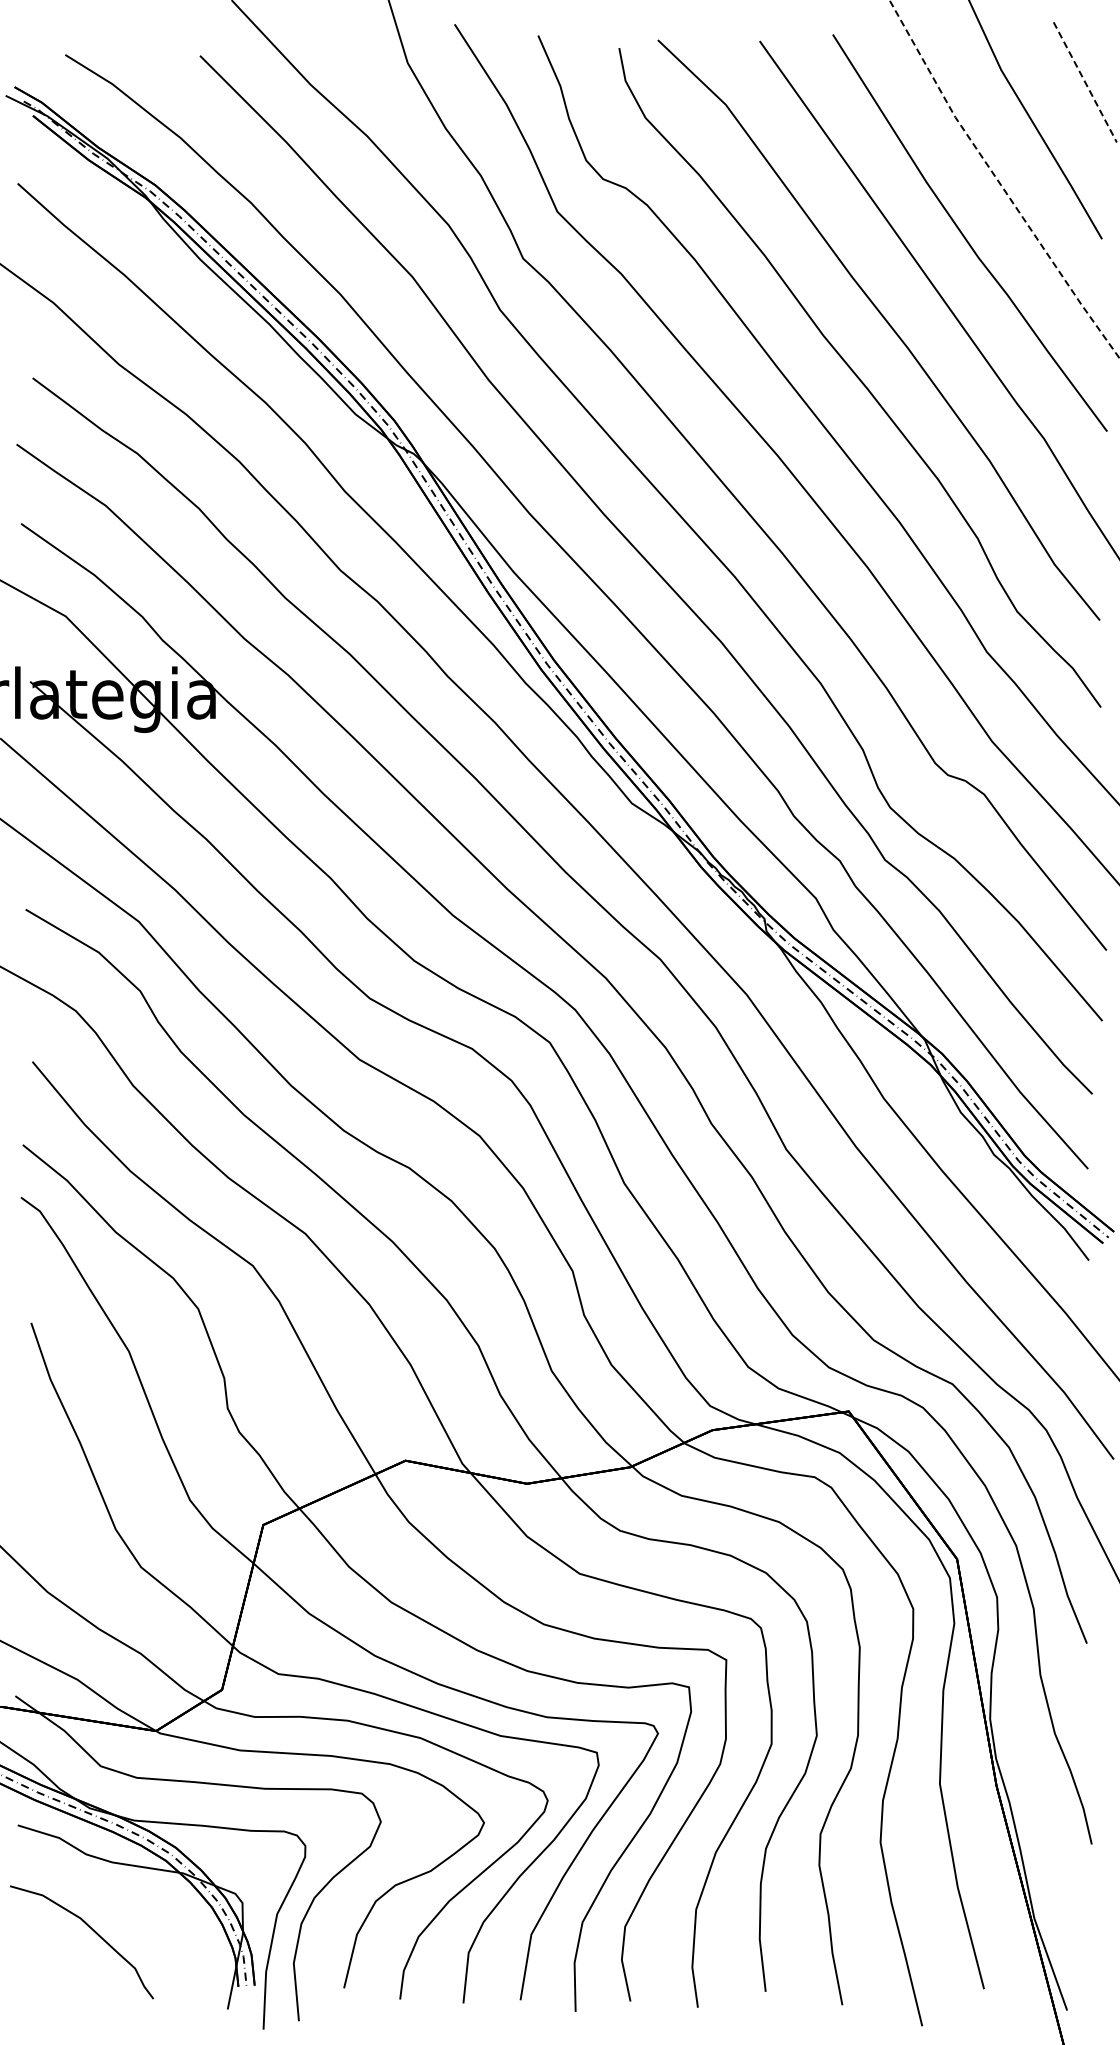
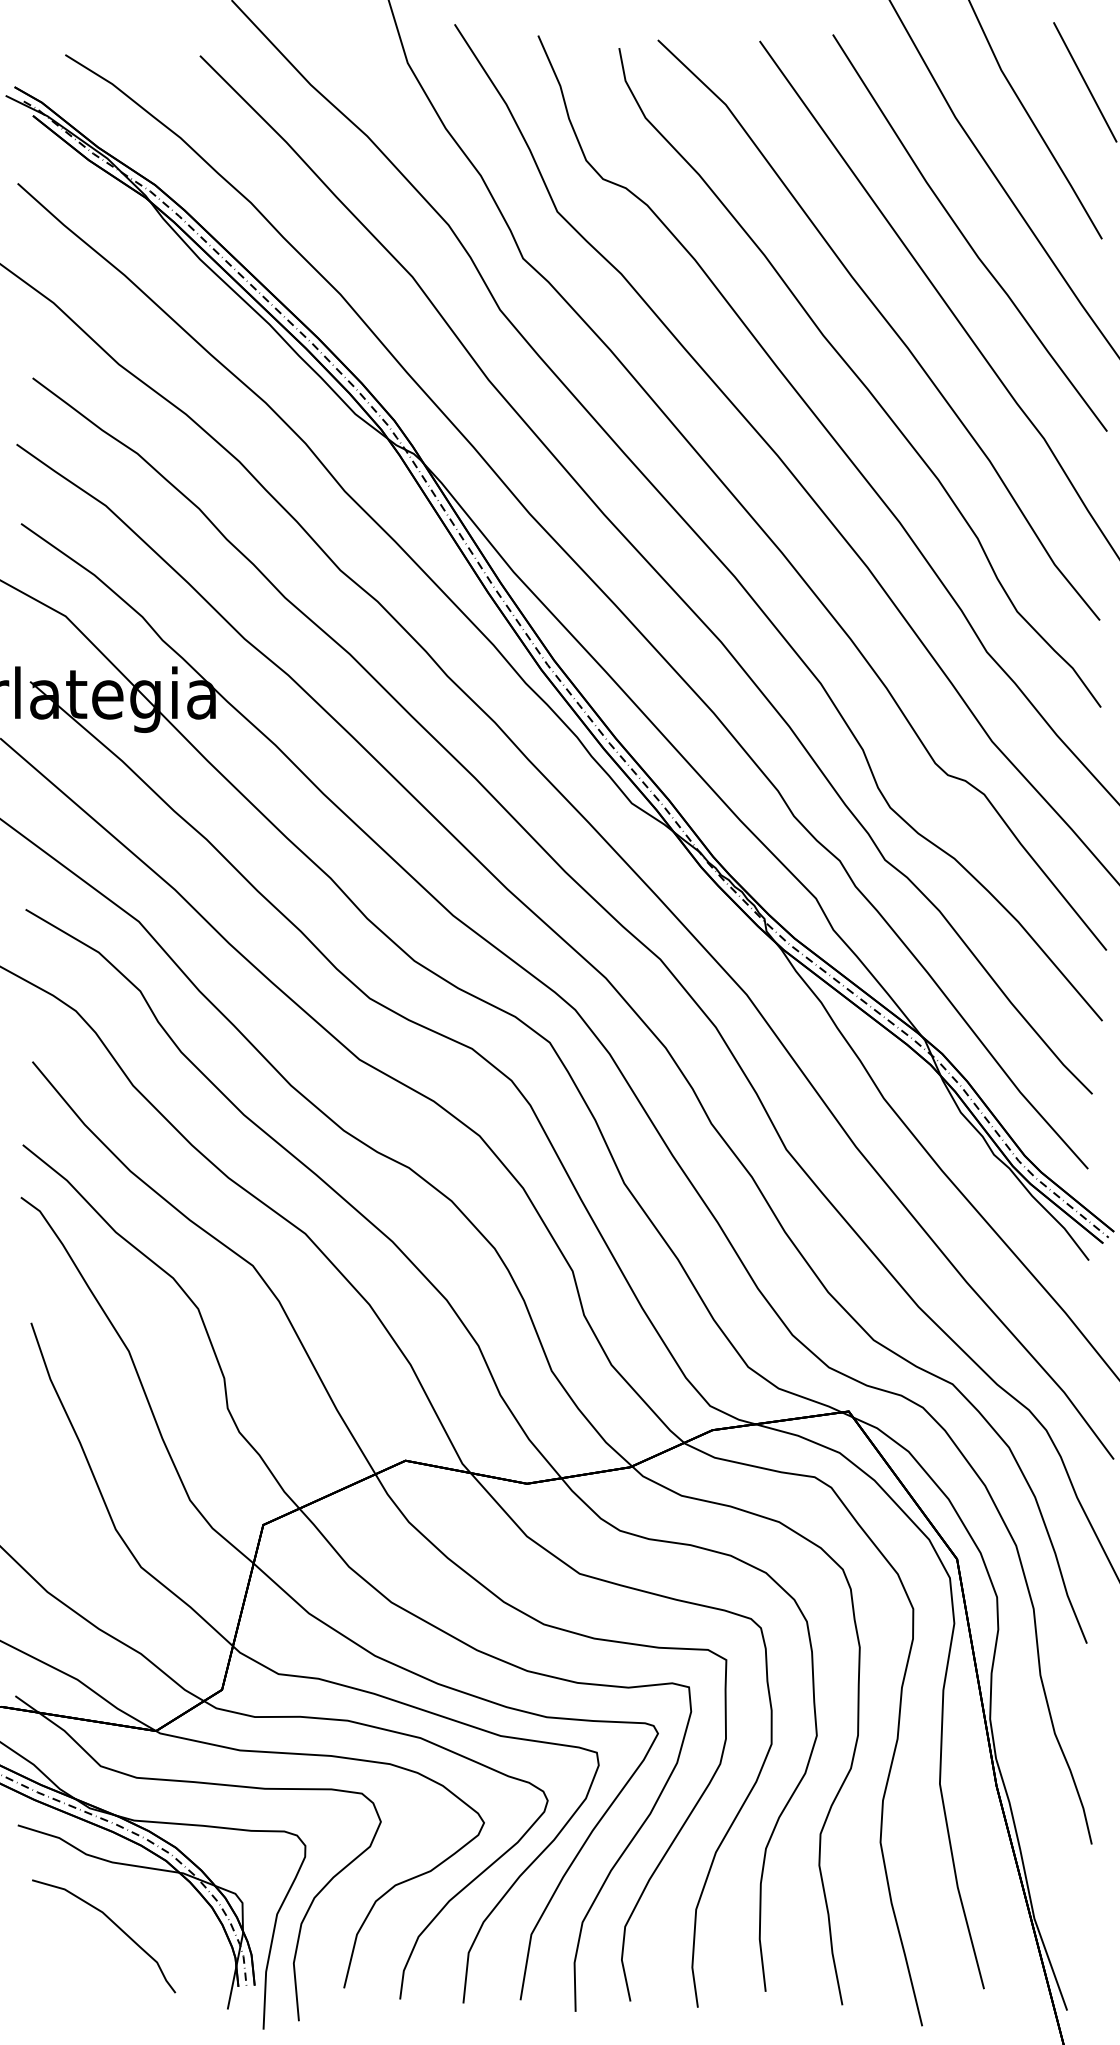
line at (1085, 82): dashed -> solid
line at (999, 182): dashed -> solid
curve at (93, 1931) position: (93, 1931) -> (115, 1925)
